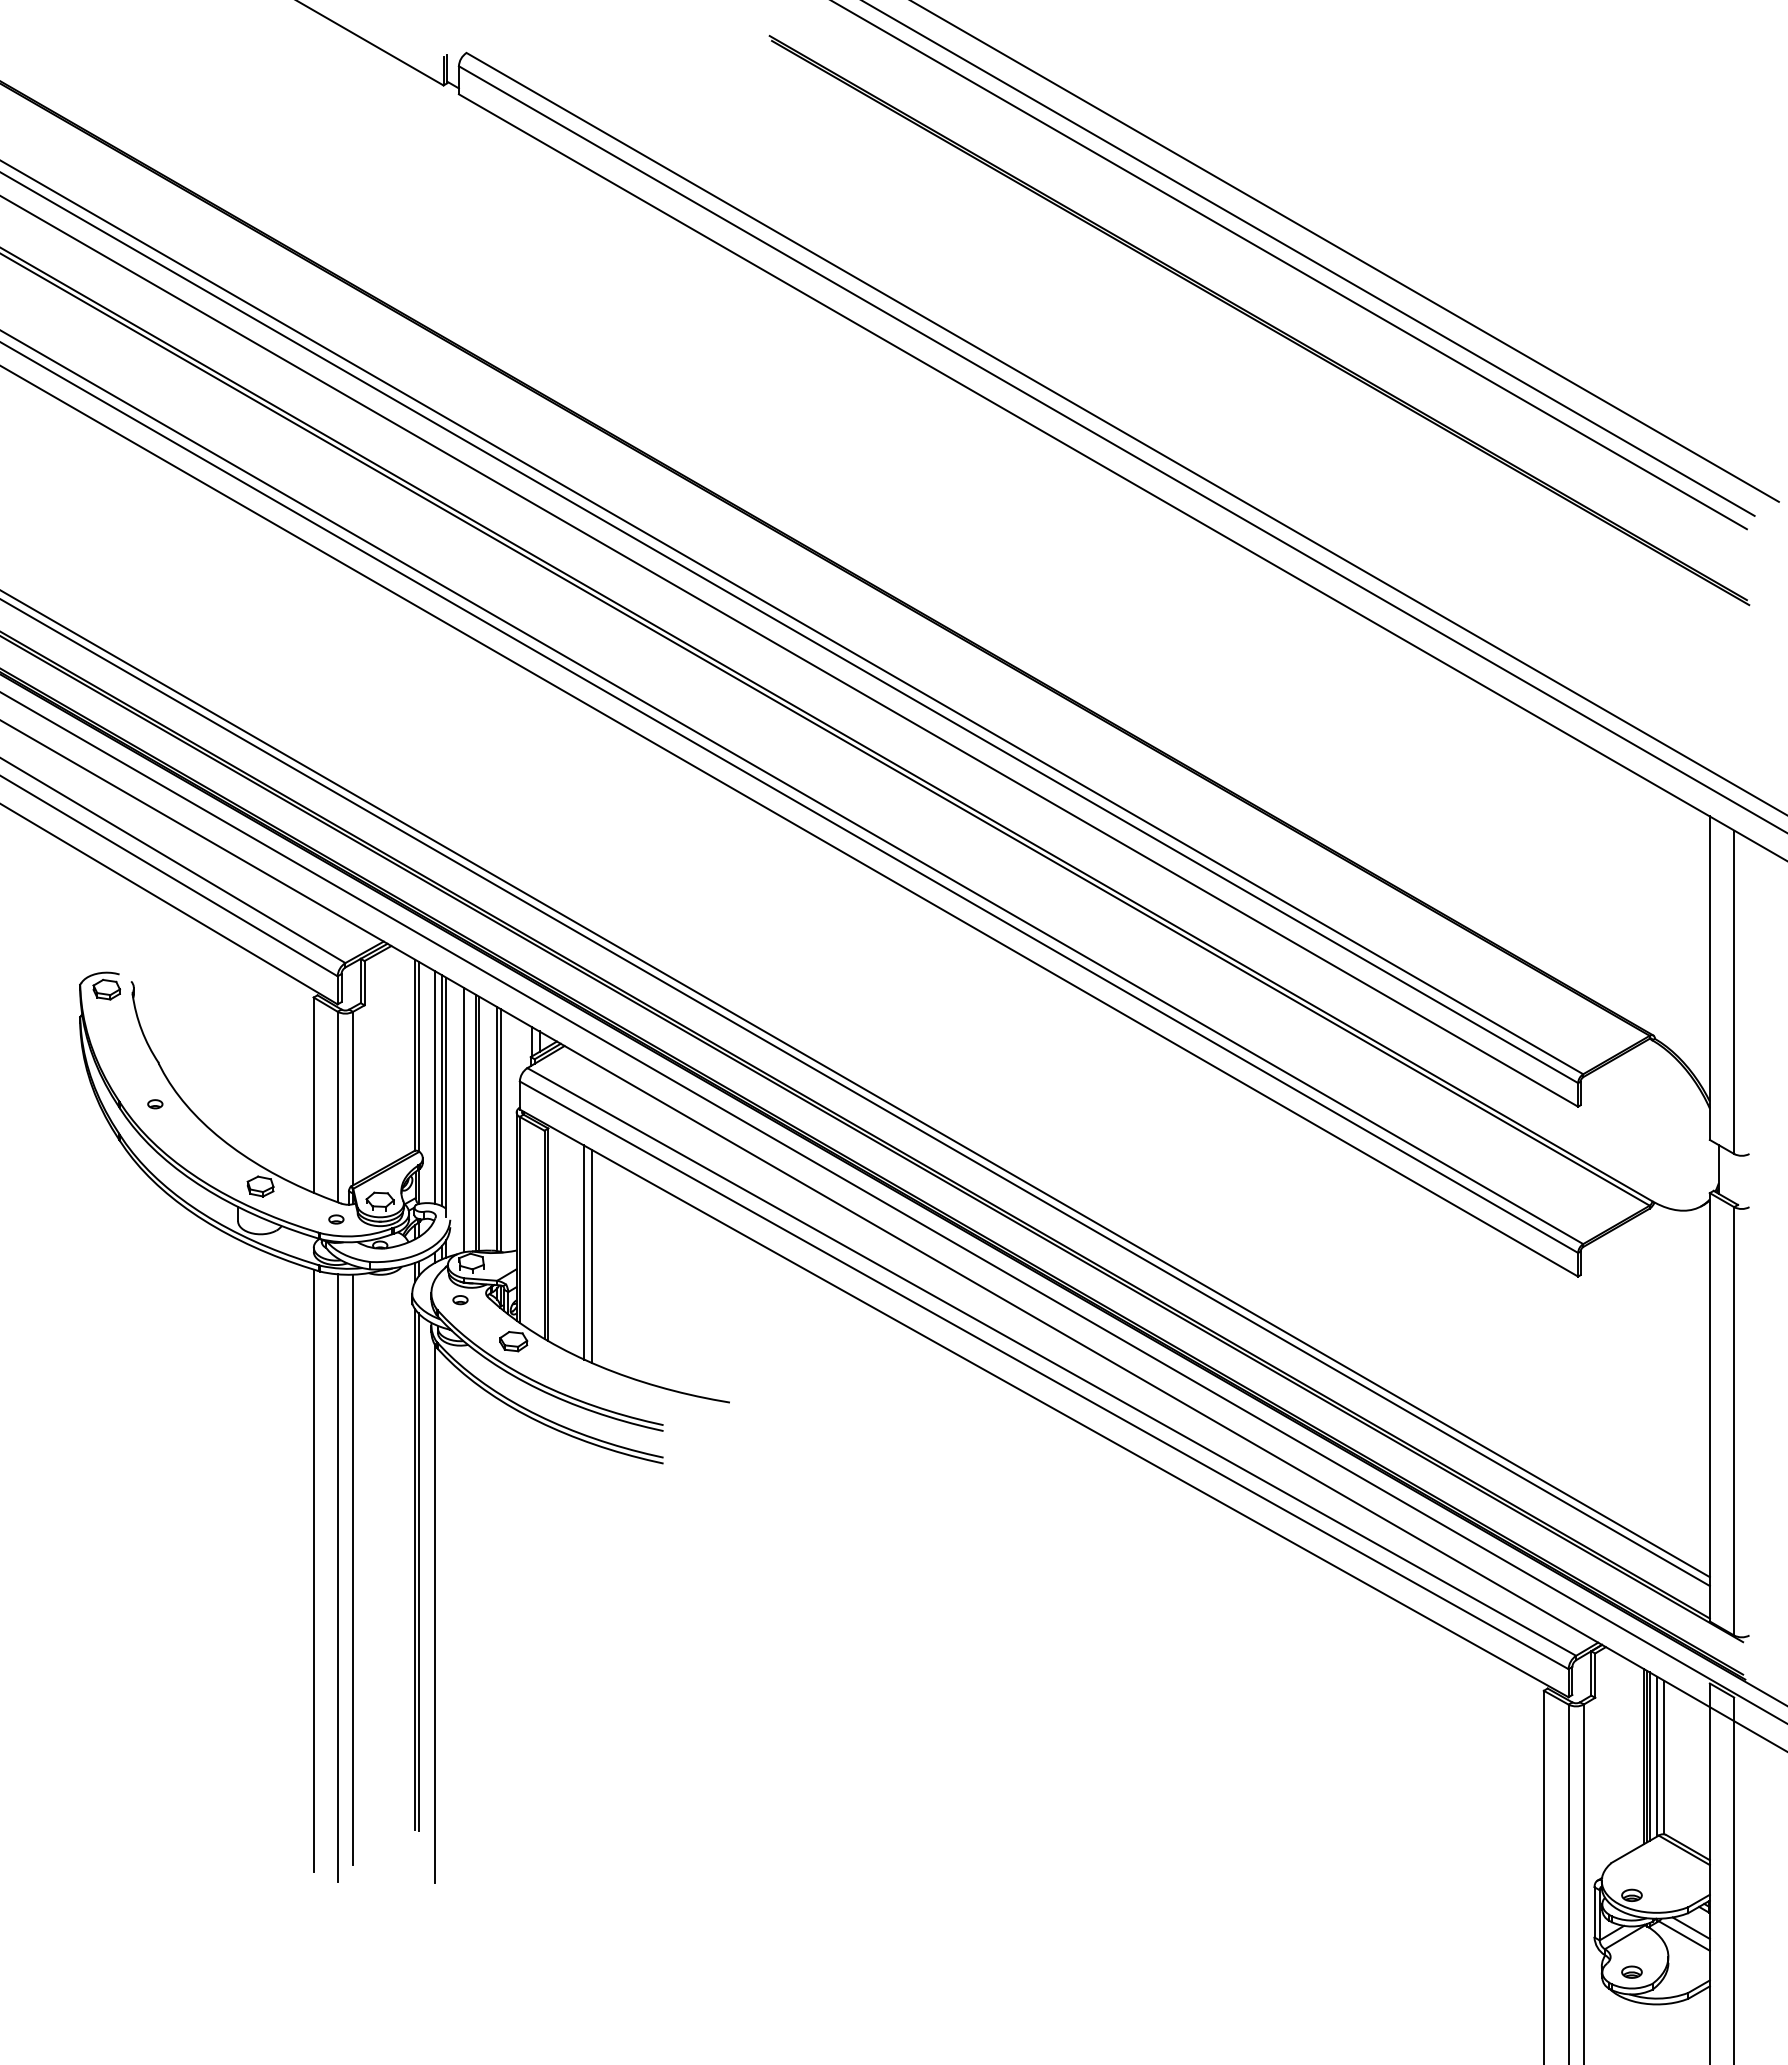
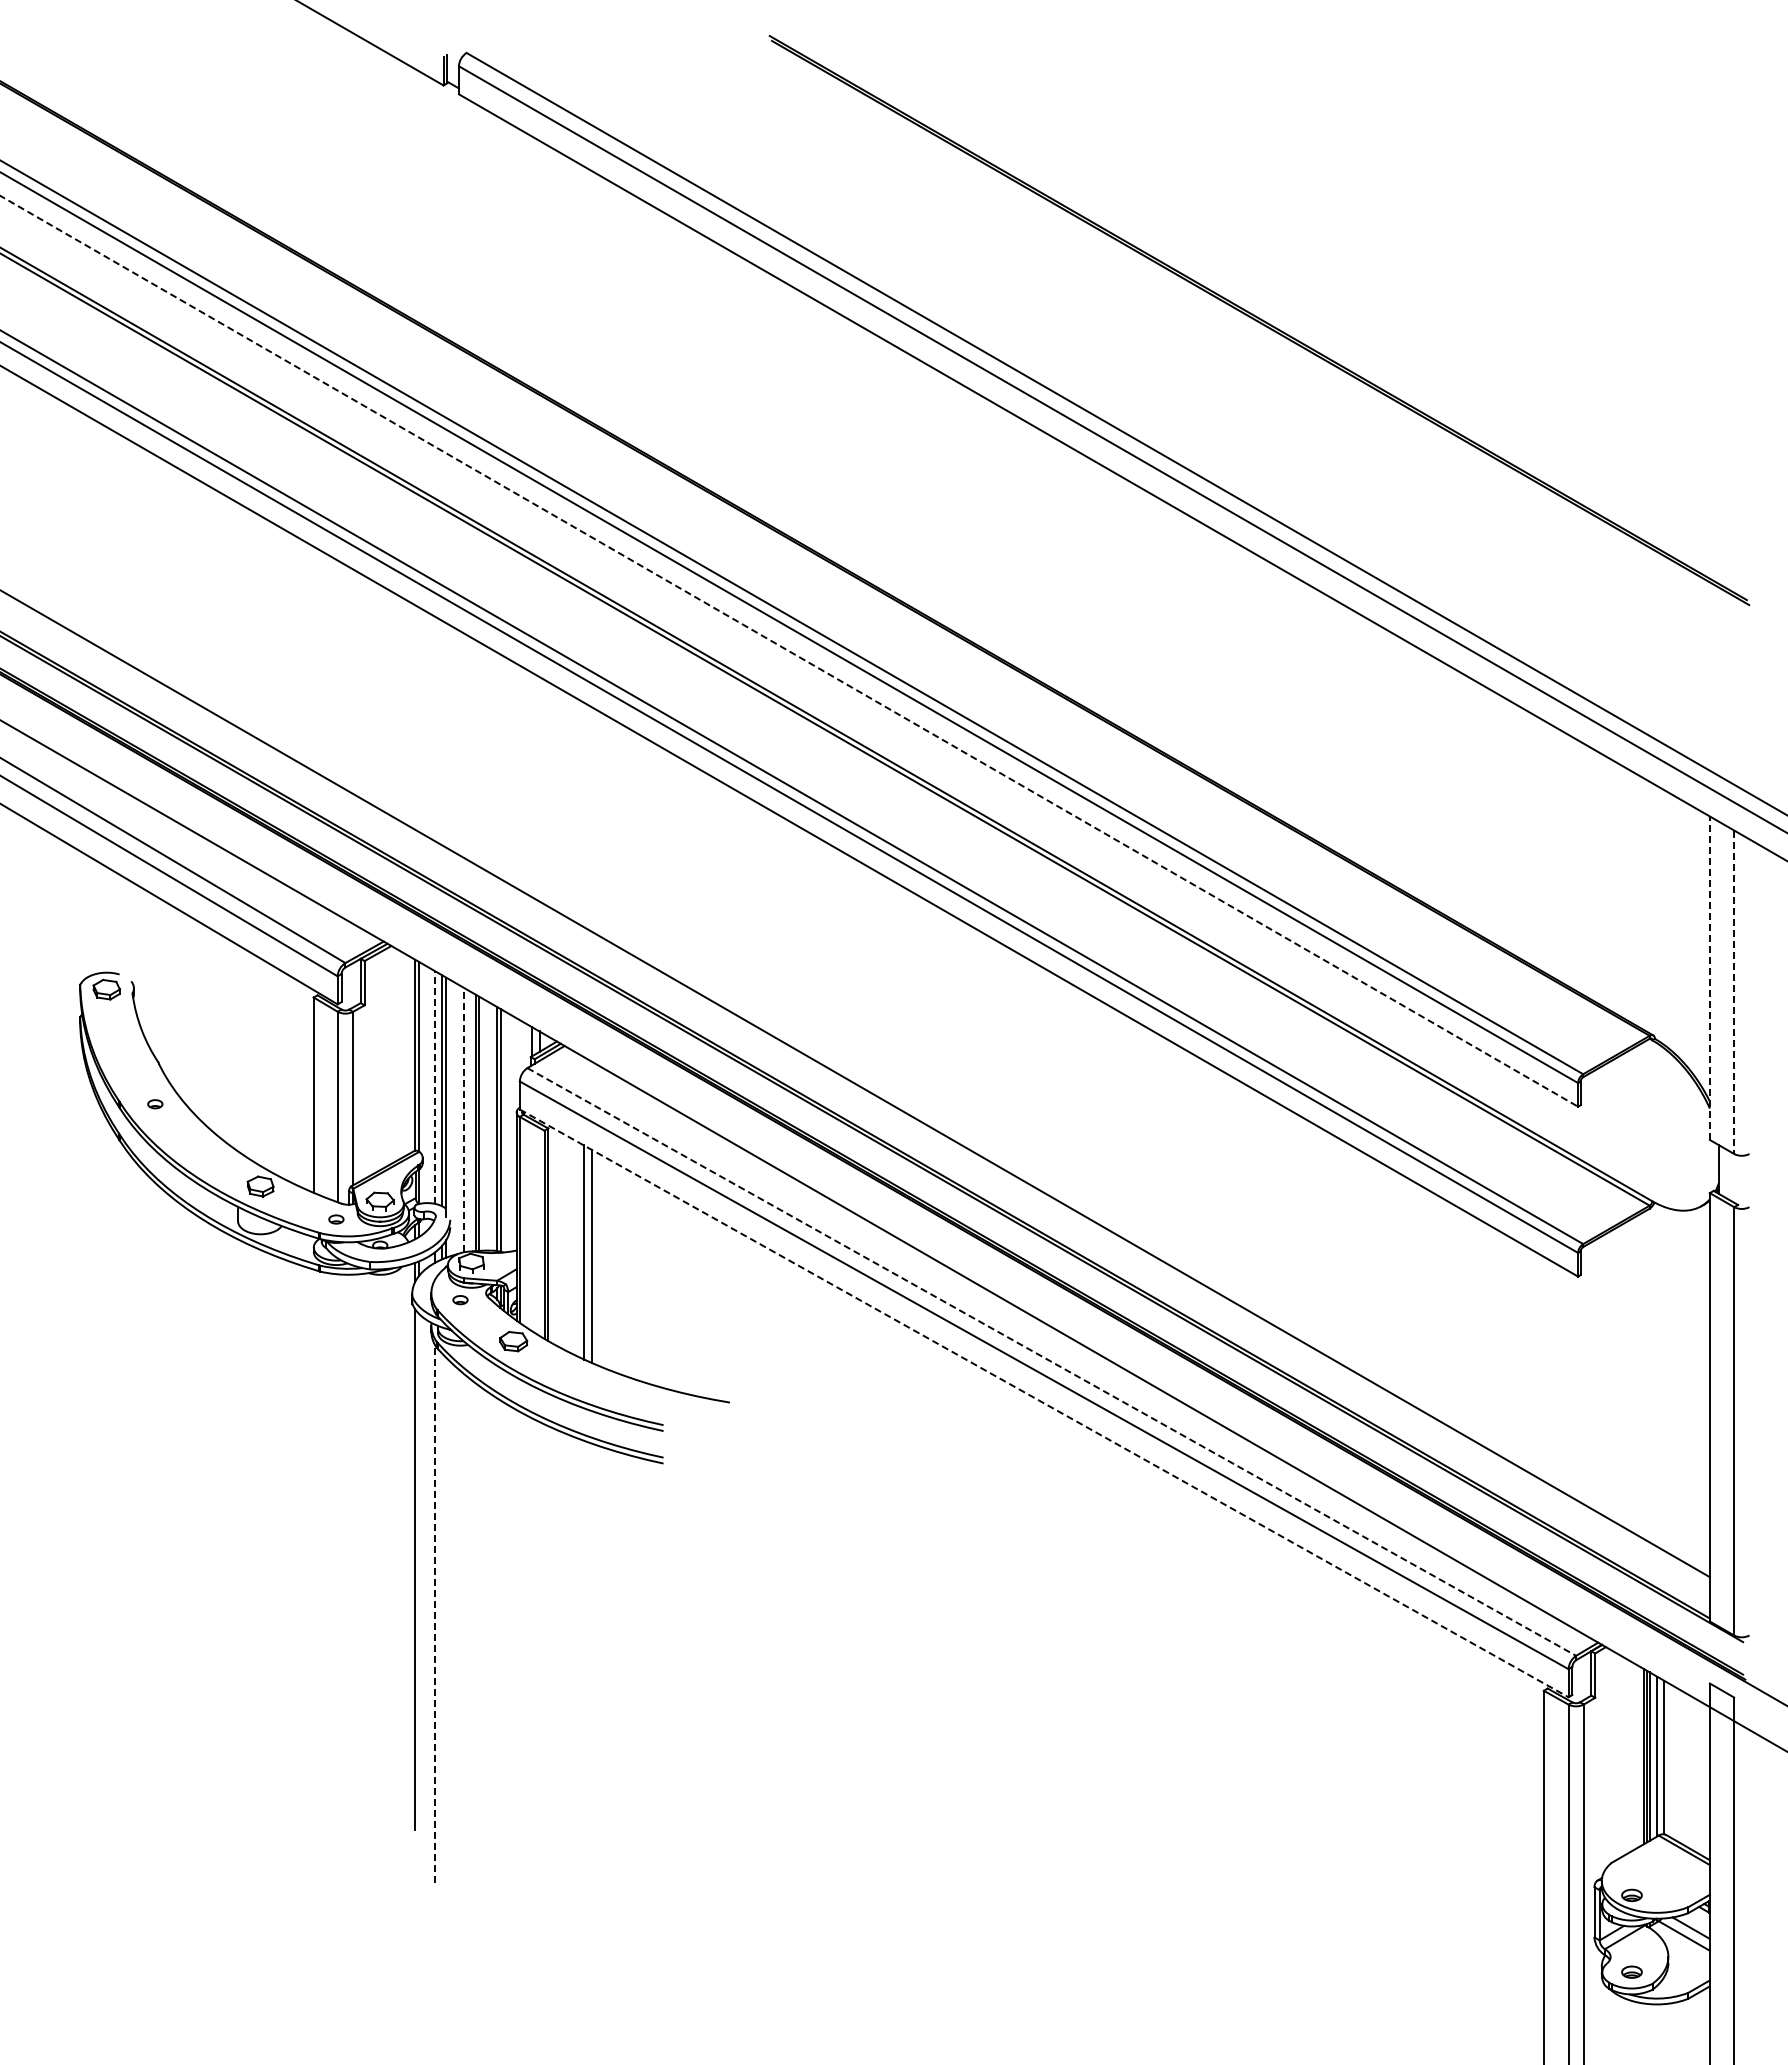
line at (1345, 251): present -> none
line at (1309, 258): present -> none
line at (1289, 265): present -> none
line at (789, 651): solid -> dashed
line at (1709, 978): solid -> dashed
line at (1734, 992): solid -> dashed
line at (434, 1086): solid -> dashed
line at (855, 1093): present -> none
line at (464, 1119): solid -> dashed
line at (893, 1207): present -> none
line at (1052, 1362): solid -> dashed
line at (1044, 1403): solid -> dashed
line at (352, 1569): present -> none
line at (313, 1570): present -> none
line at (418, 1571): present -> none
line at (337, 1577): present -> none
line at (434, 1613): solid -> dashed
